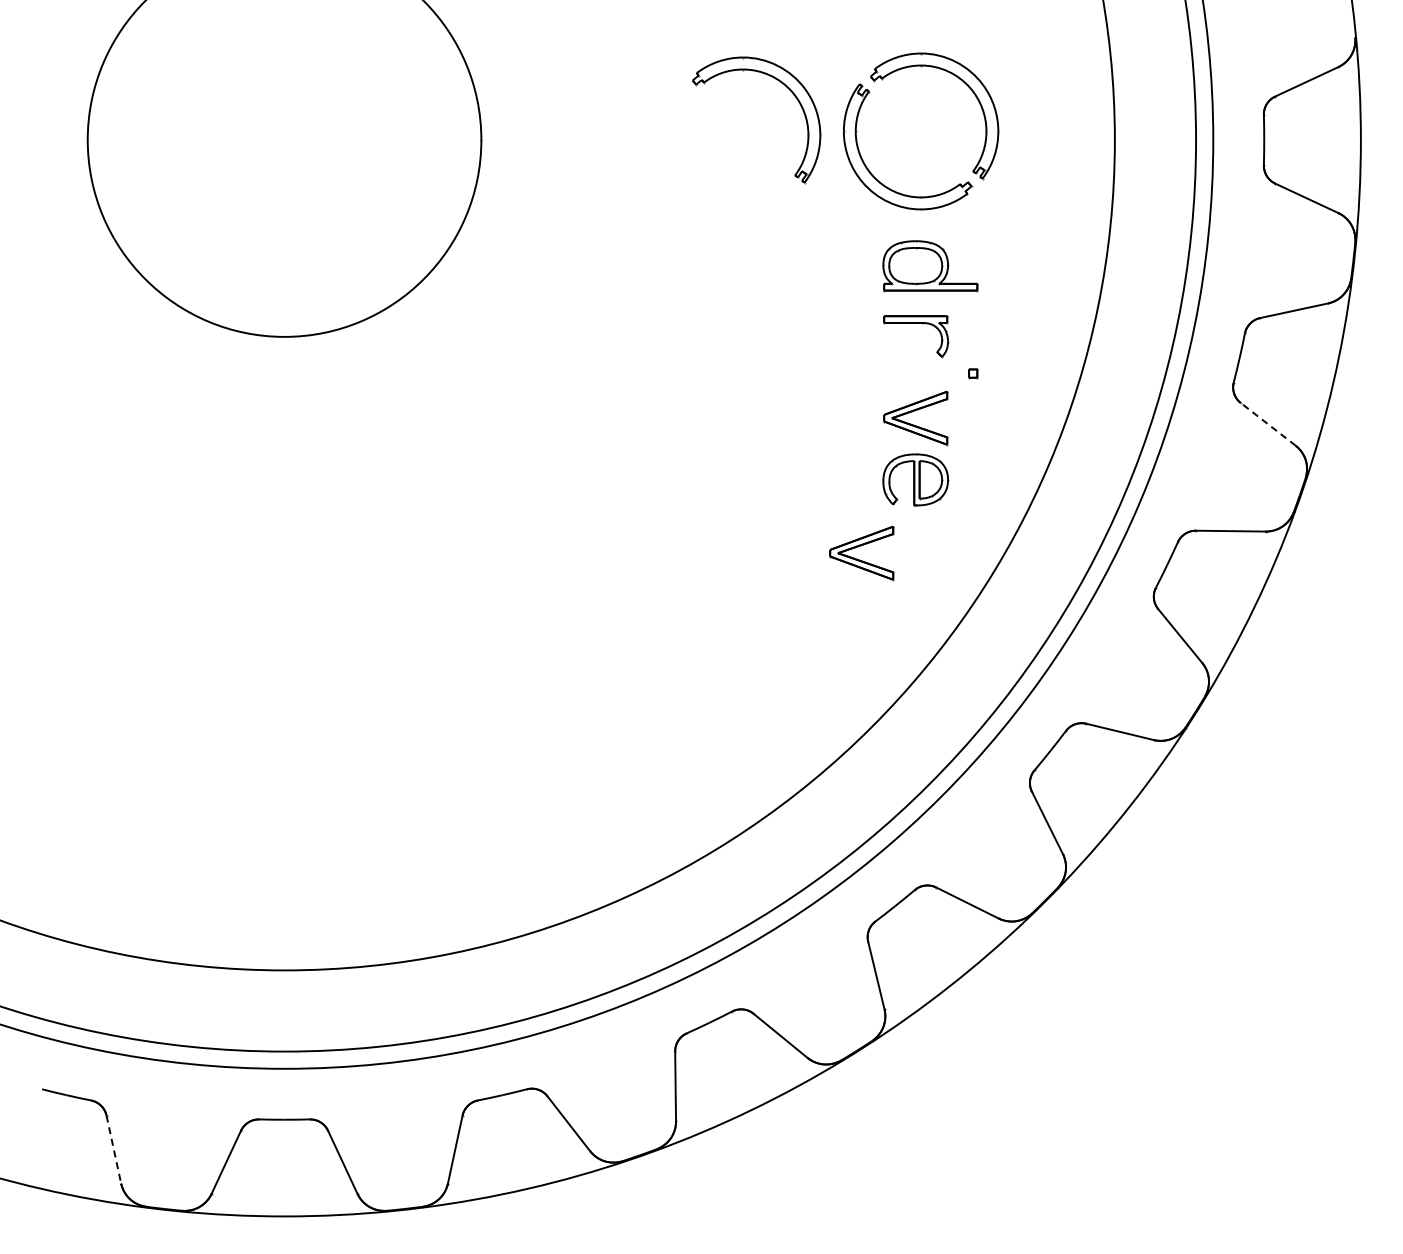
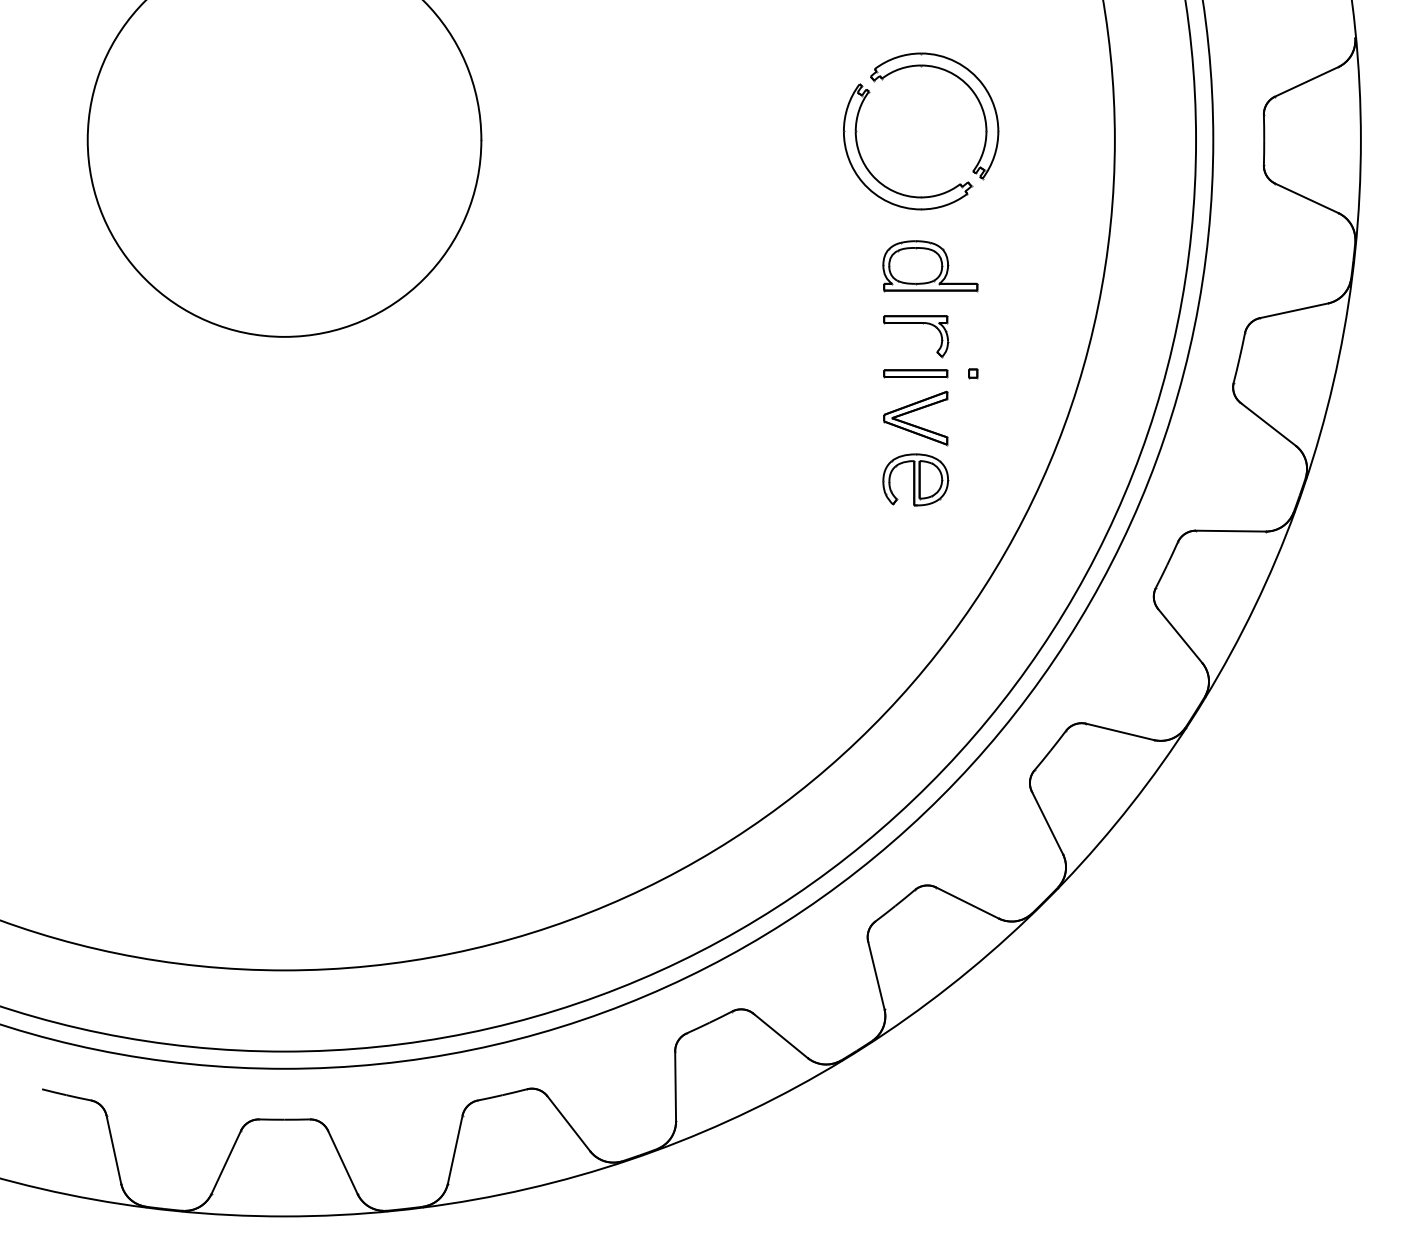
part at (782, 84): present -> none
part at (915, 373): none -> present
line at (1268, 424): dashed -> solid
part at (859, 559): present -> none
line at (113, 1149): dashed -> solid
